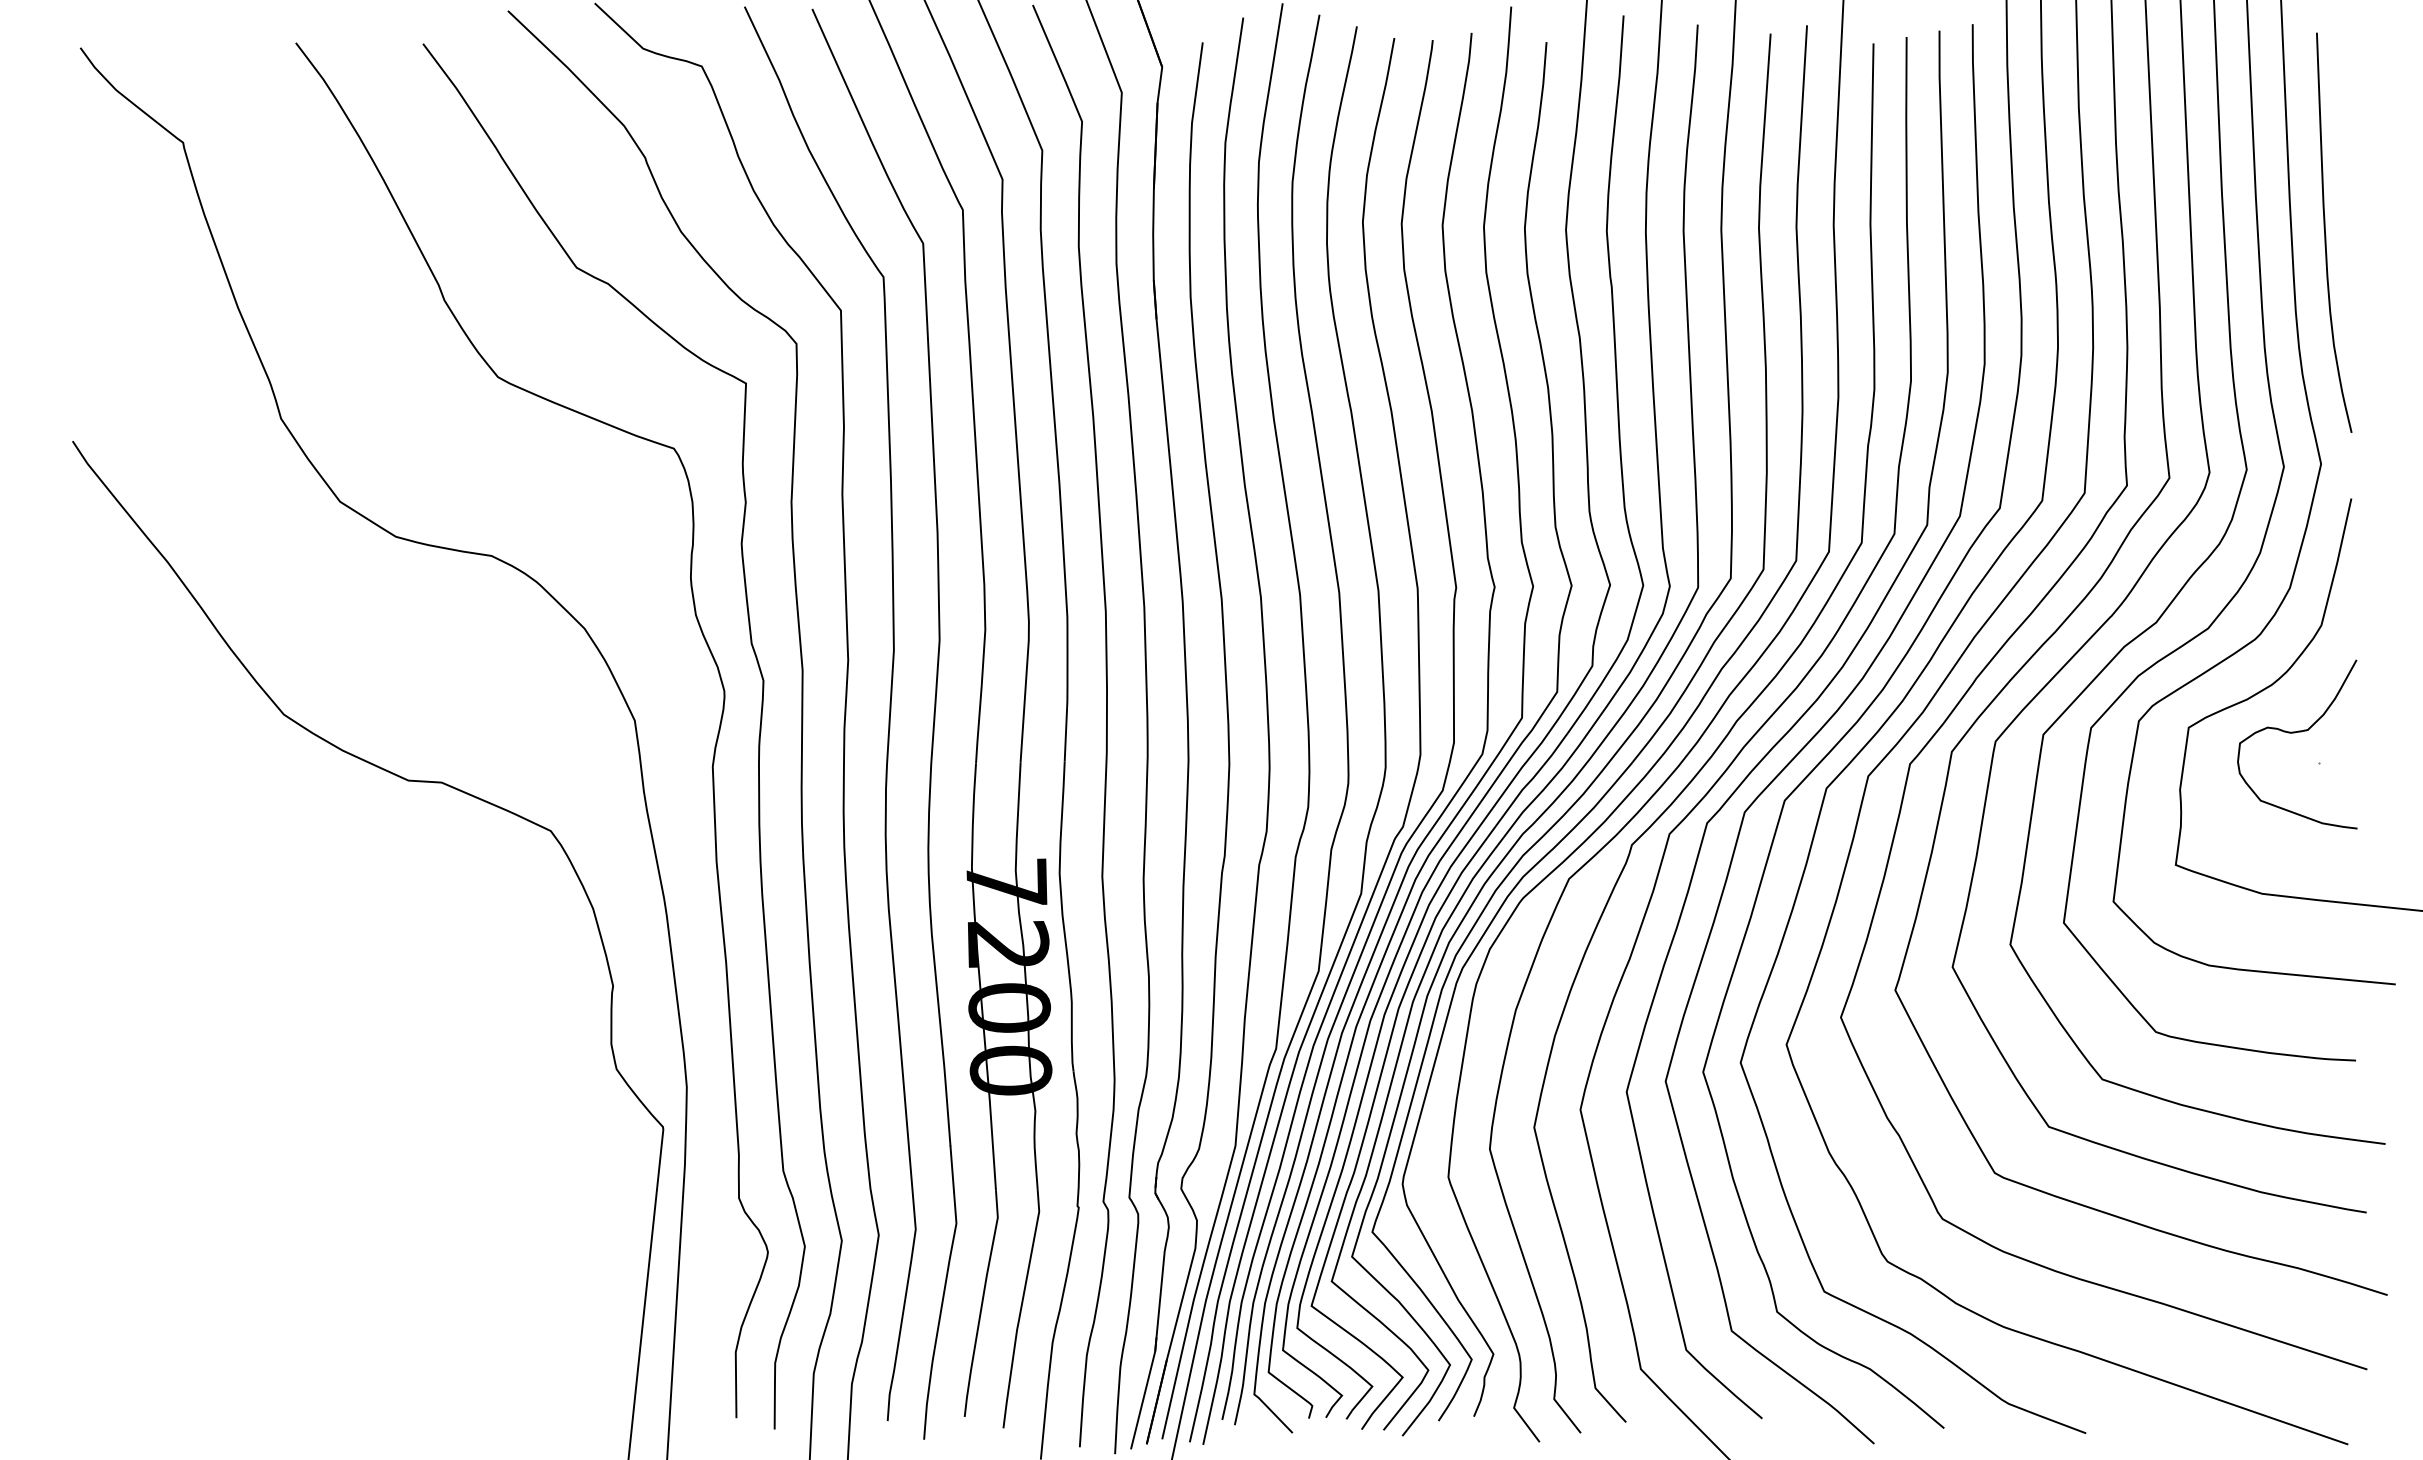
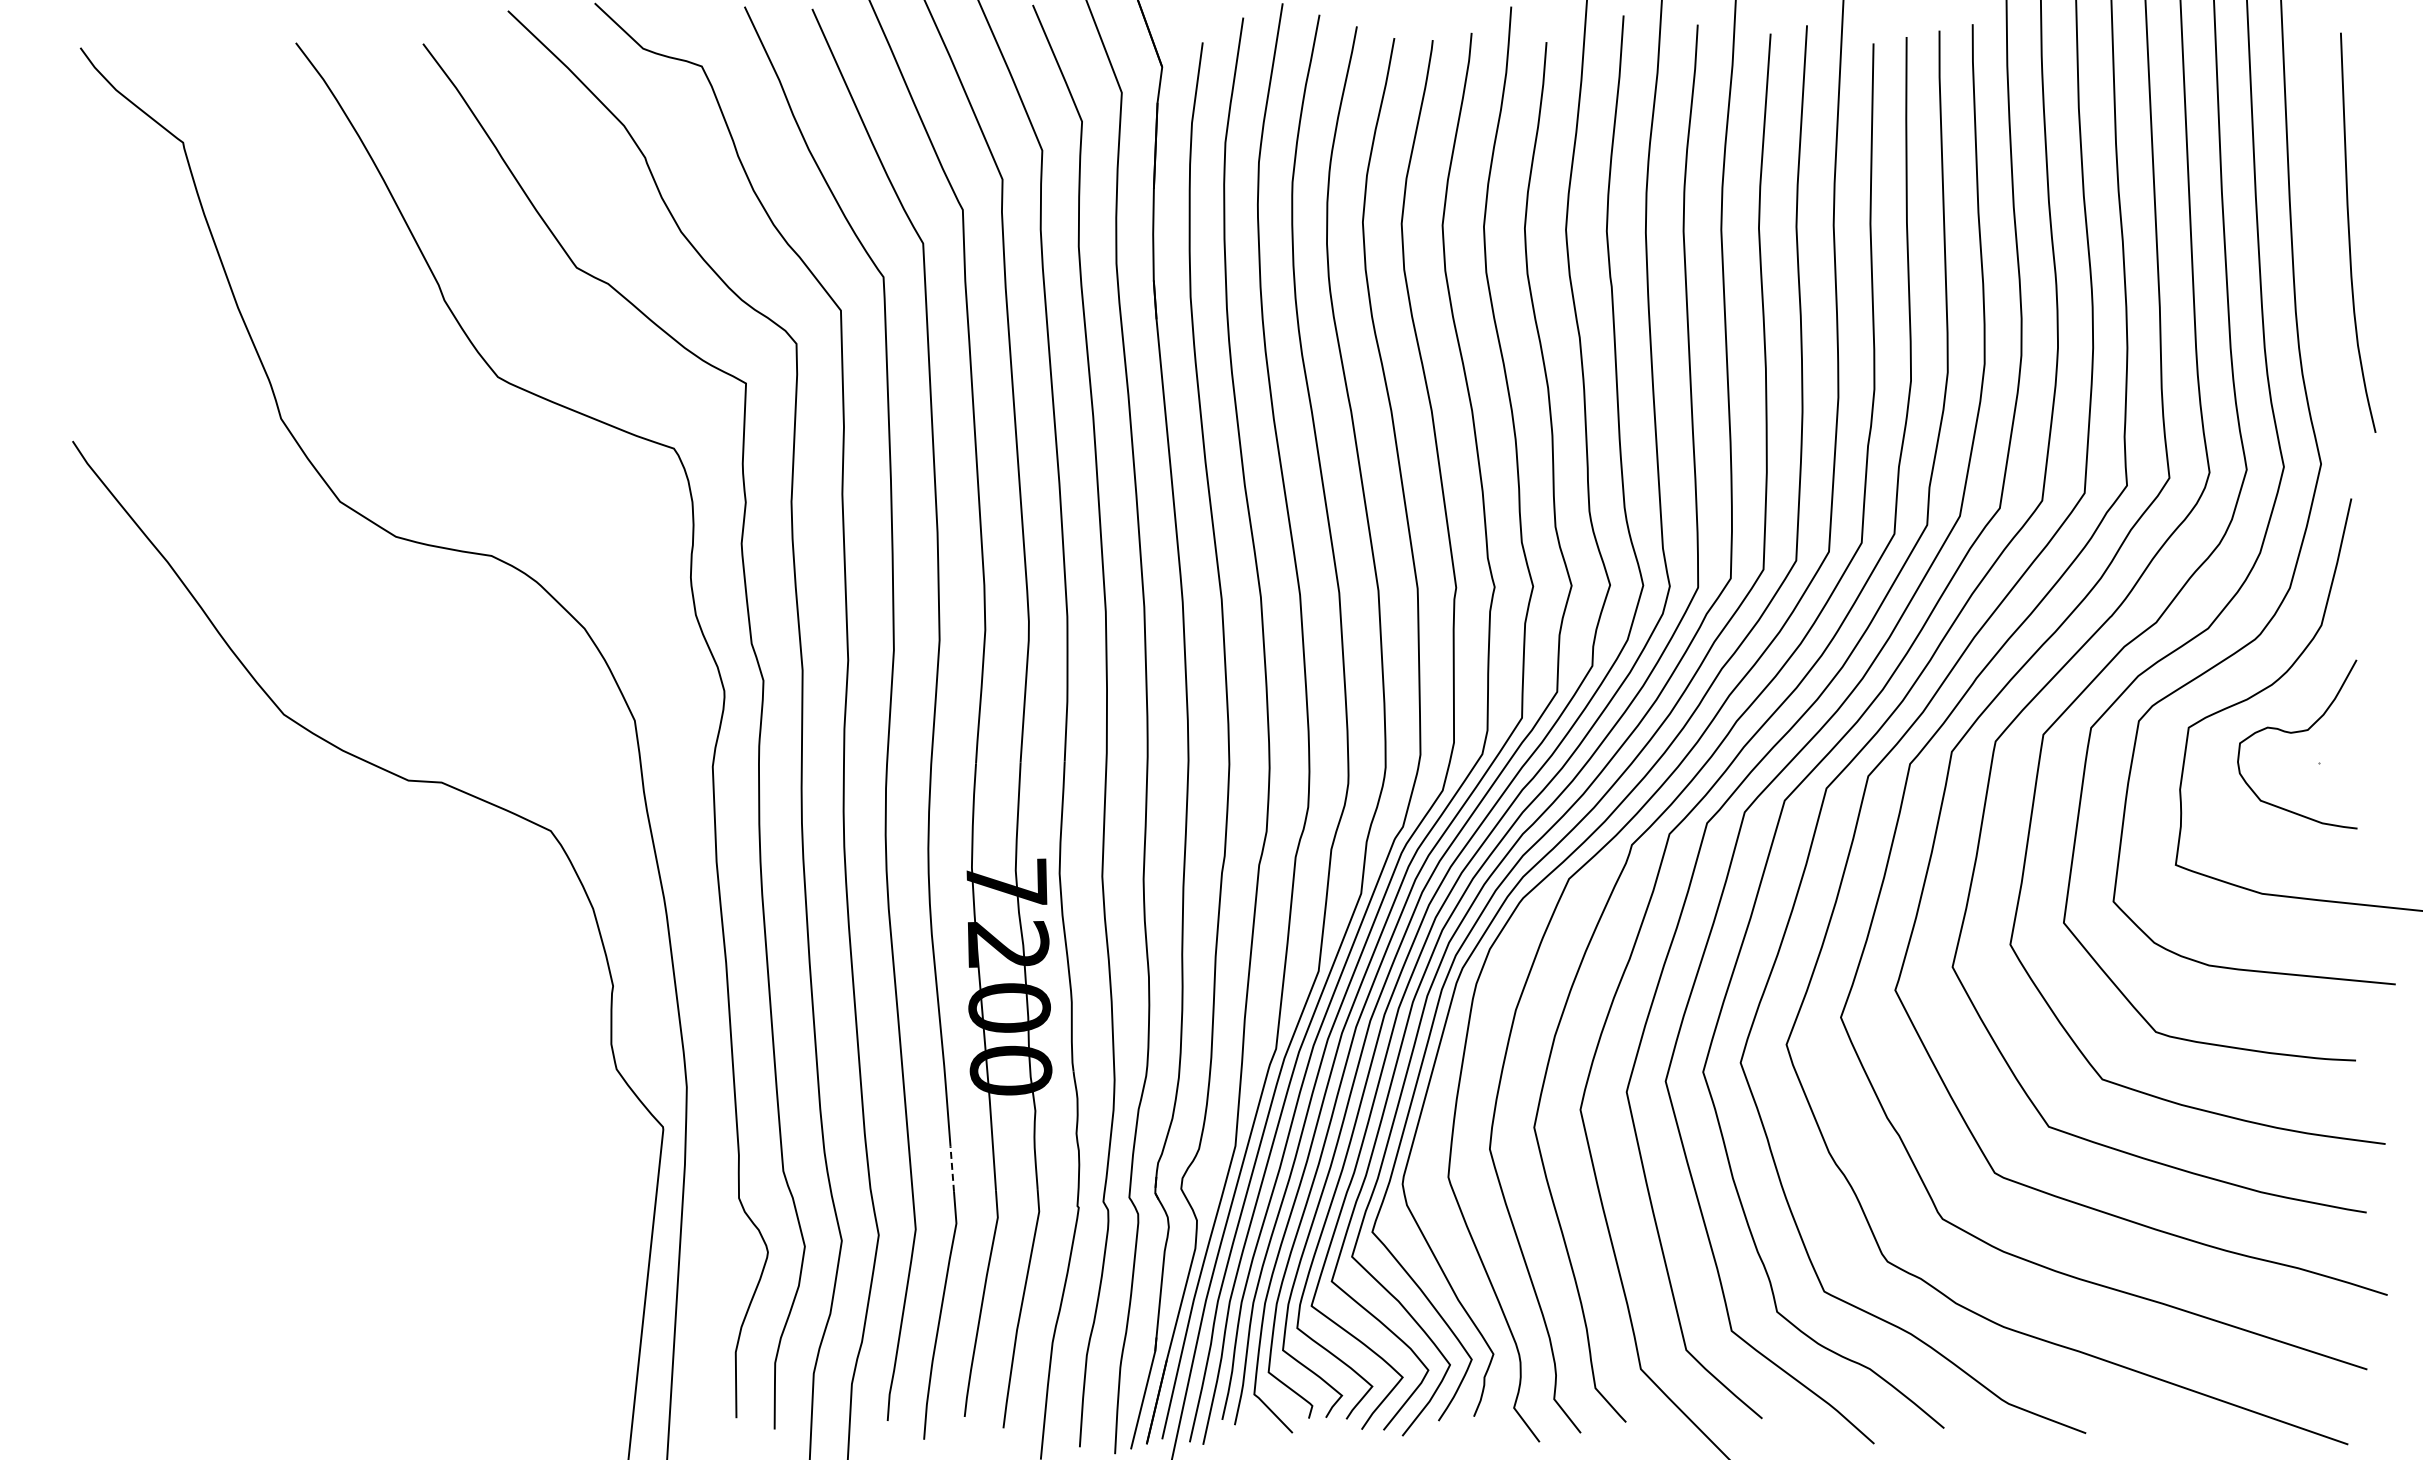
curve at (2326, 235) position: (2326, 235) -> (2350, 235)
line at (952, 1169): solid -> dashed
